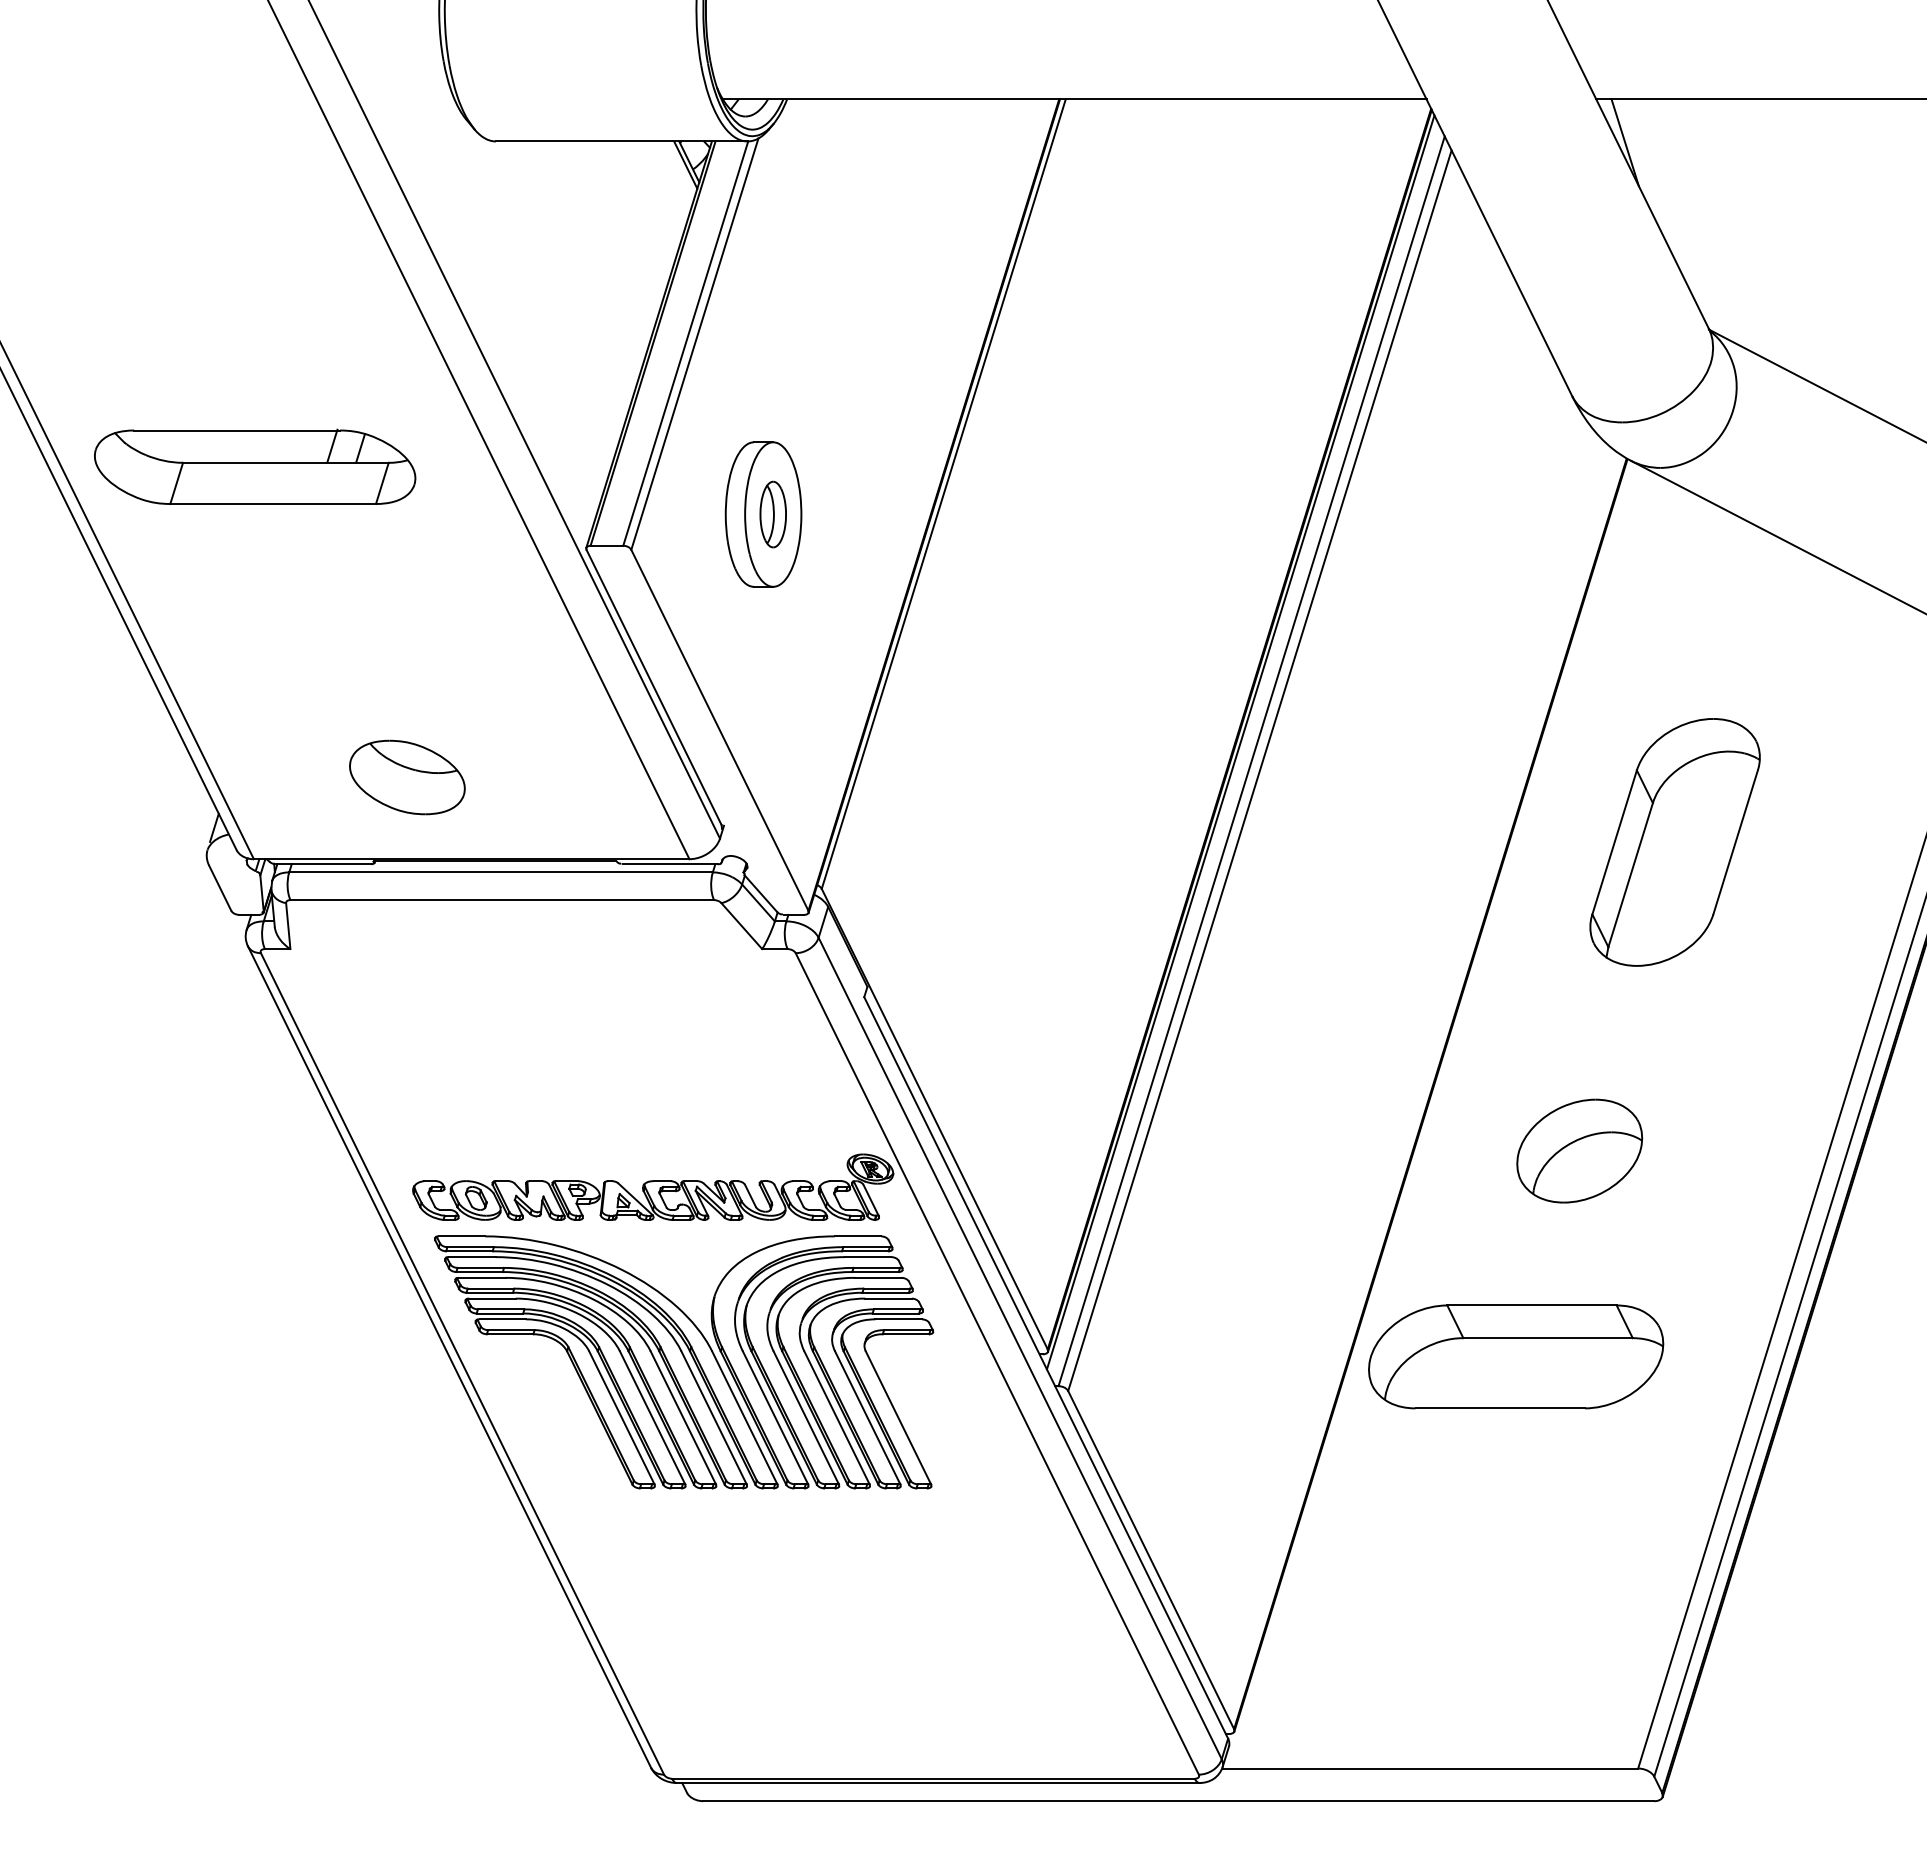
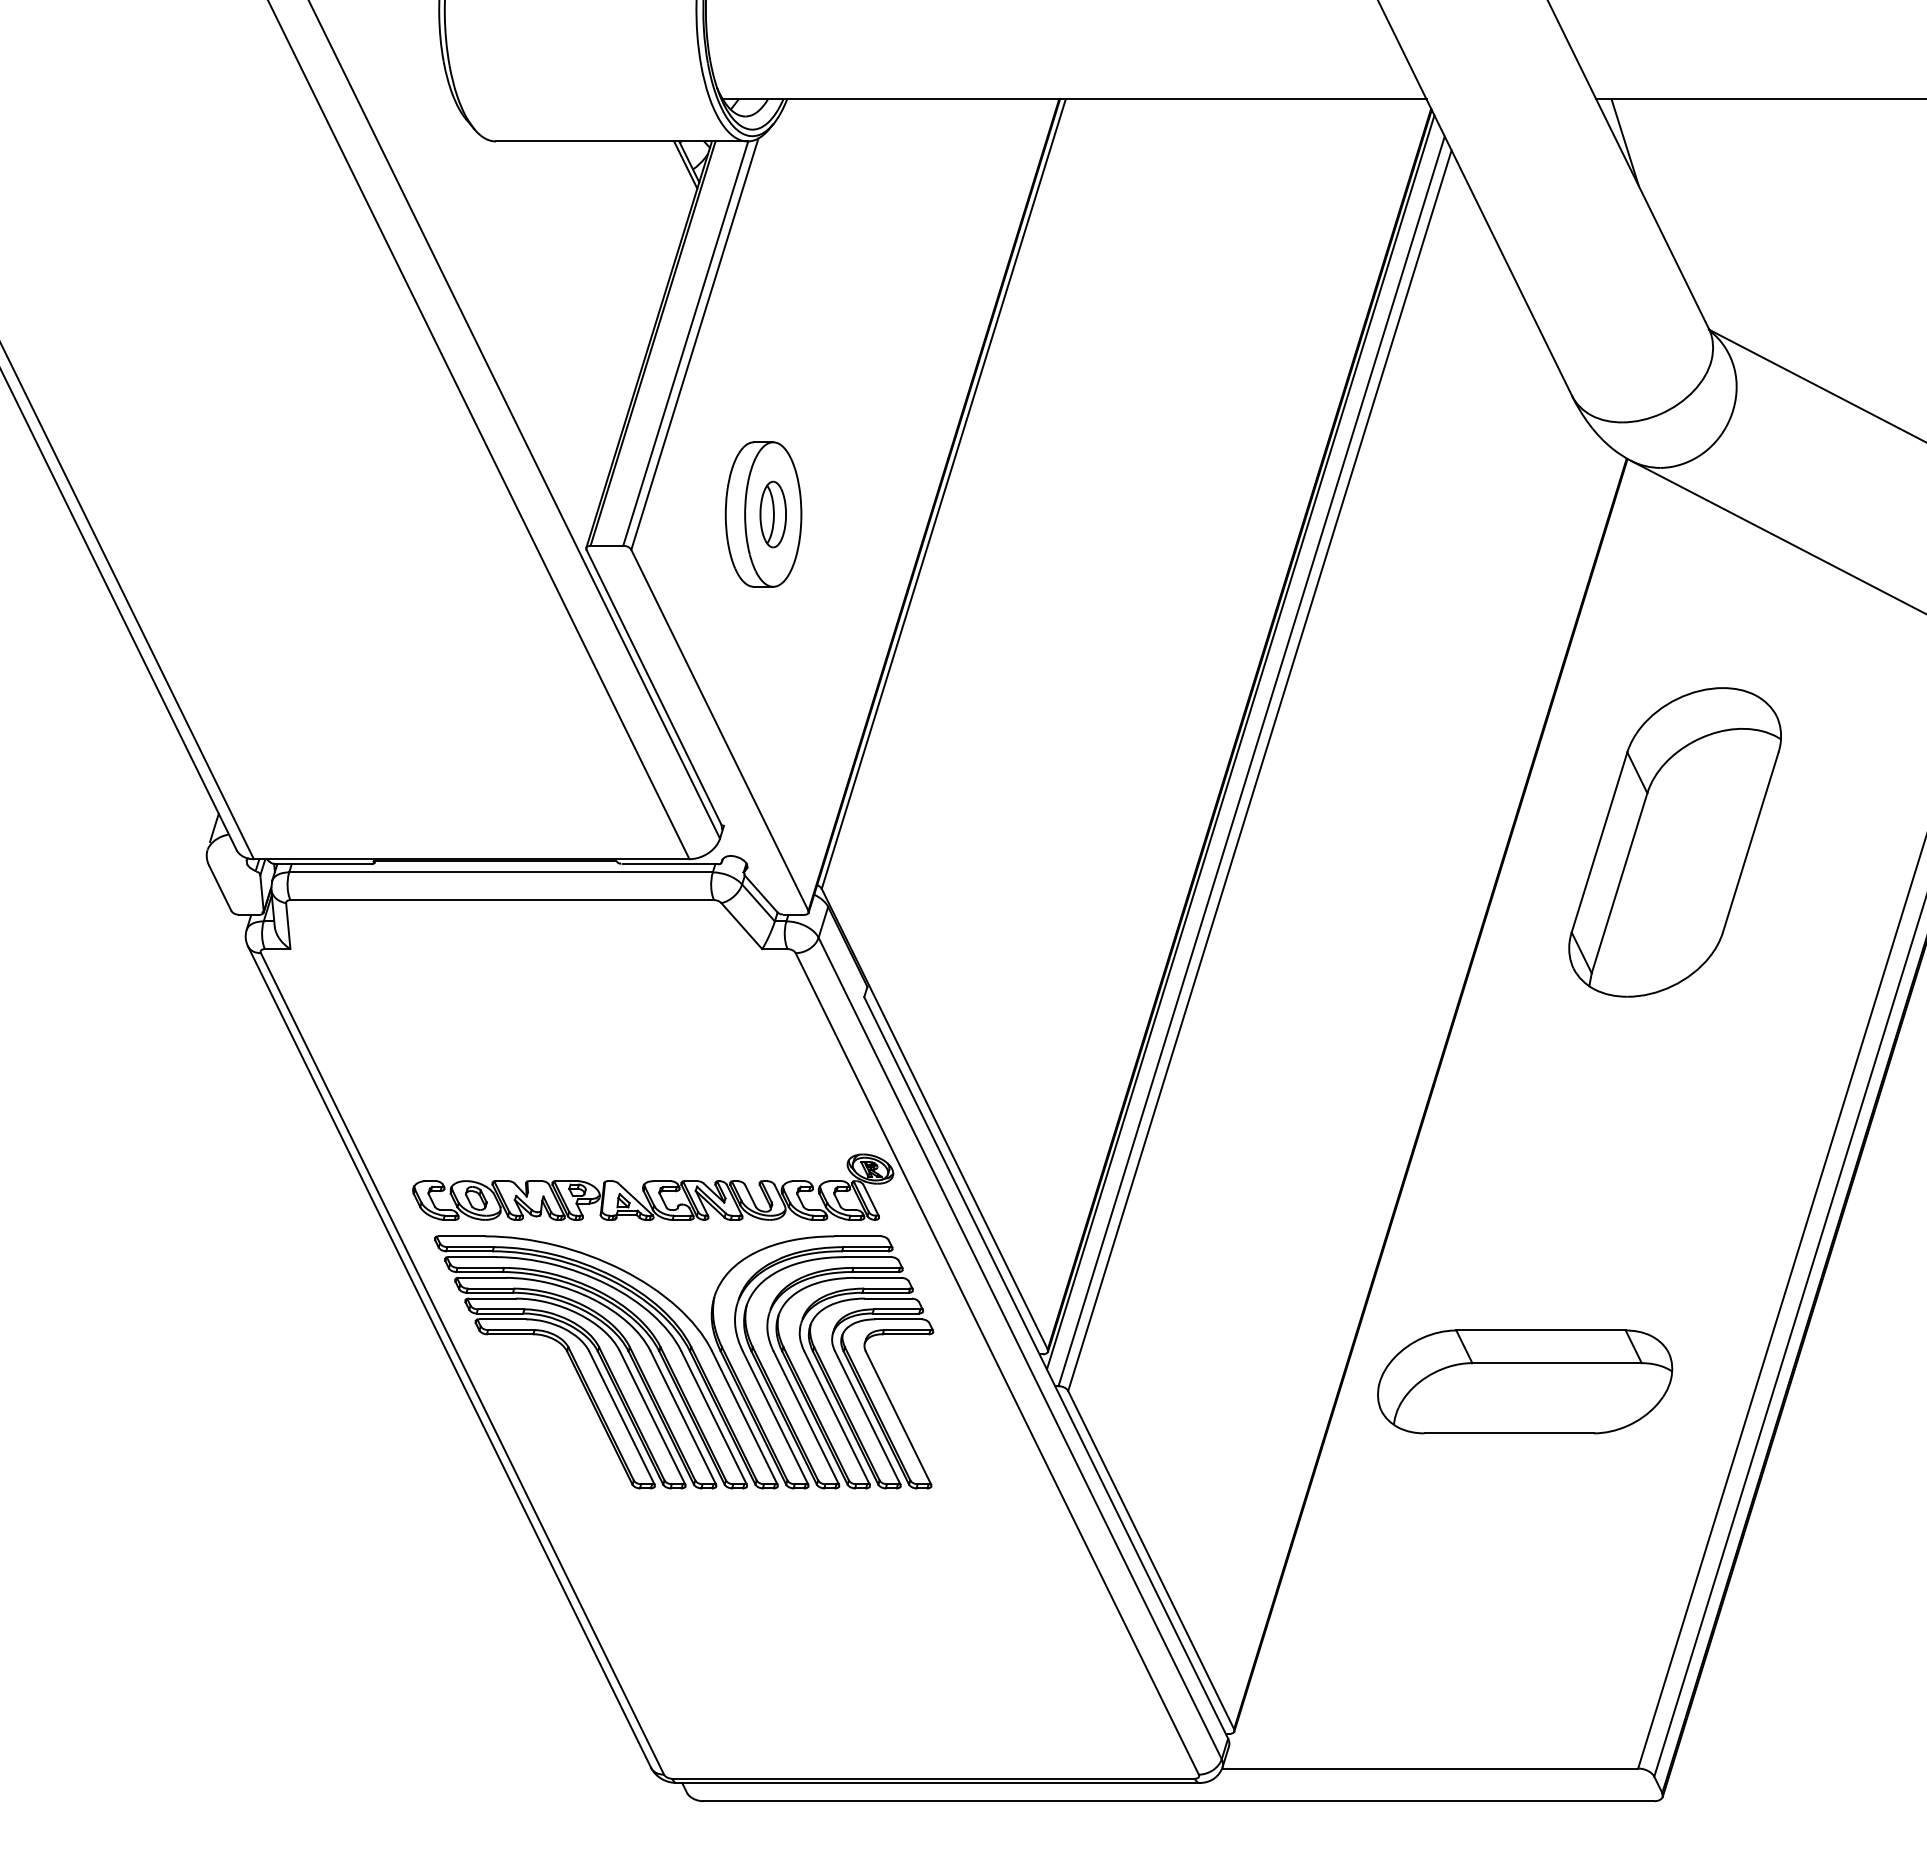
part at (255, 466): present -> none
part at (407, 777): present -> none
part at (1674, 842) size: 172x249 px -> 214x311 px
part at (1579, 1150): present -> none
part at (1516, 1356) position: (1516, 1356) -> (1525, 1381)
